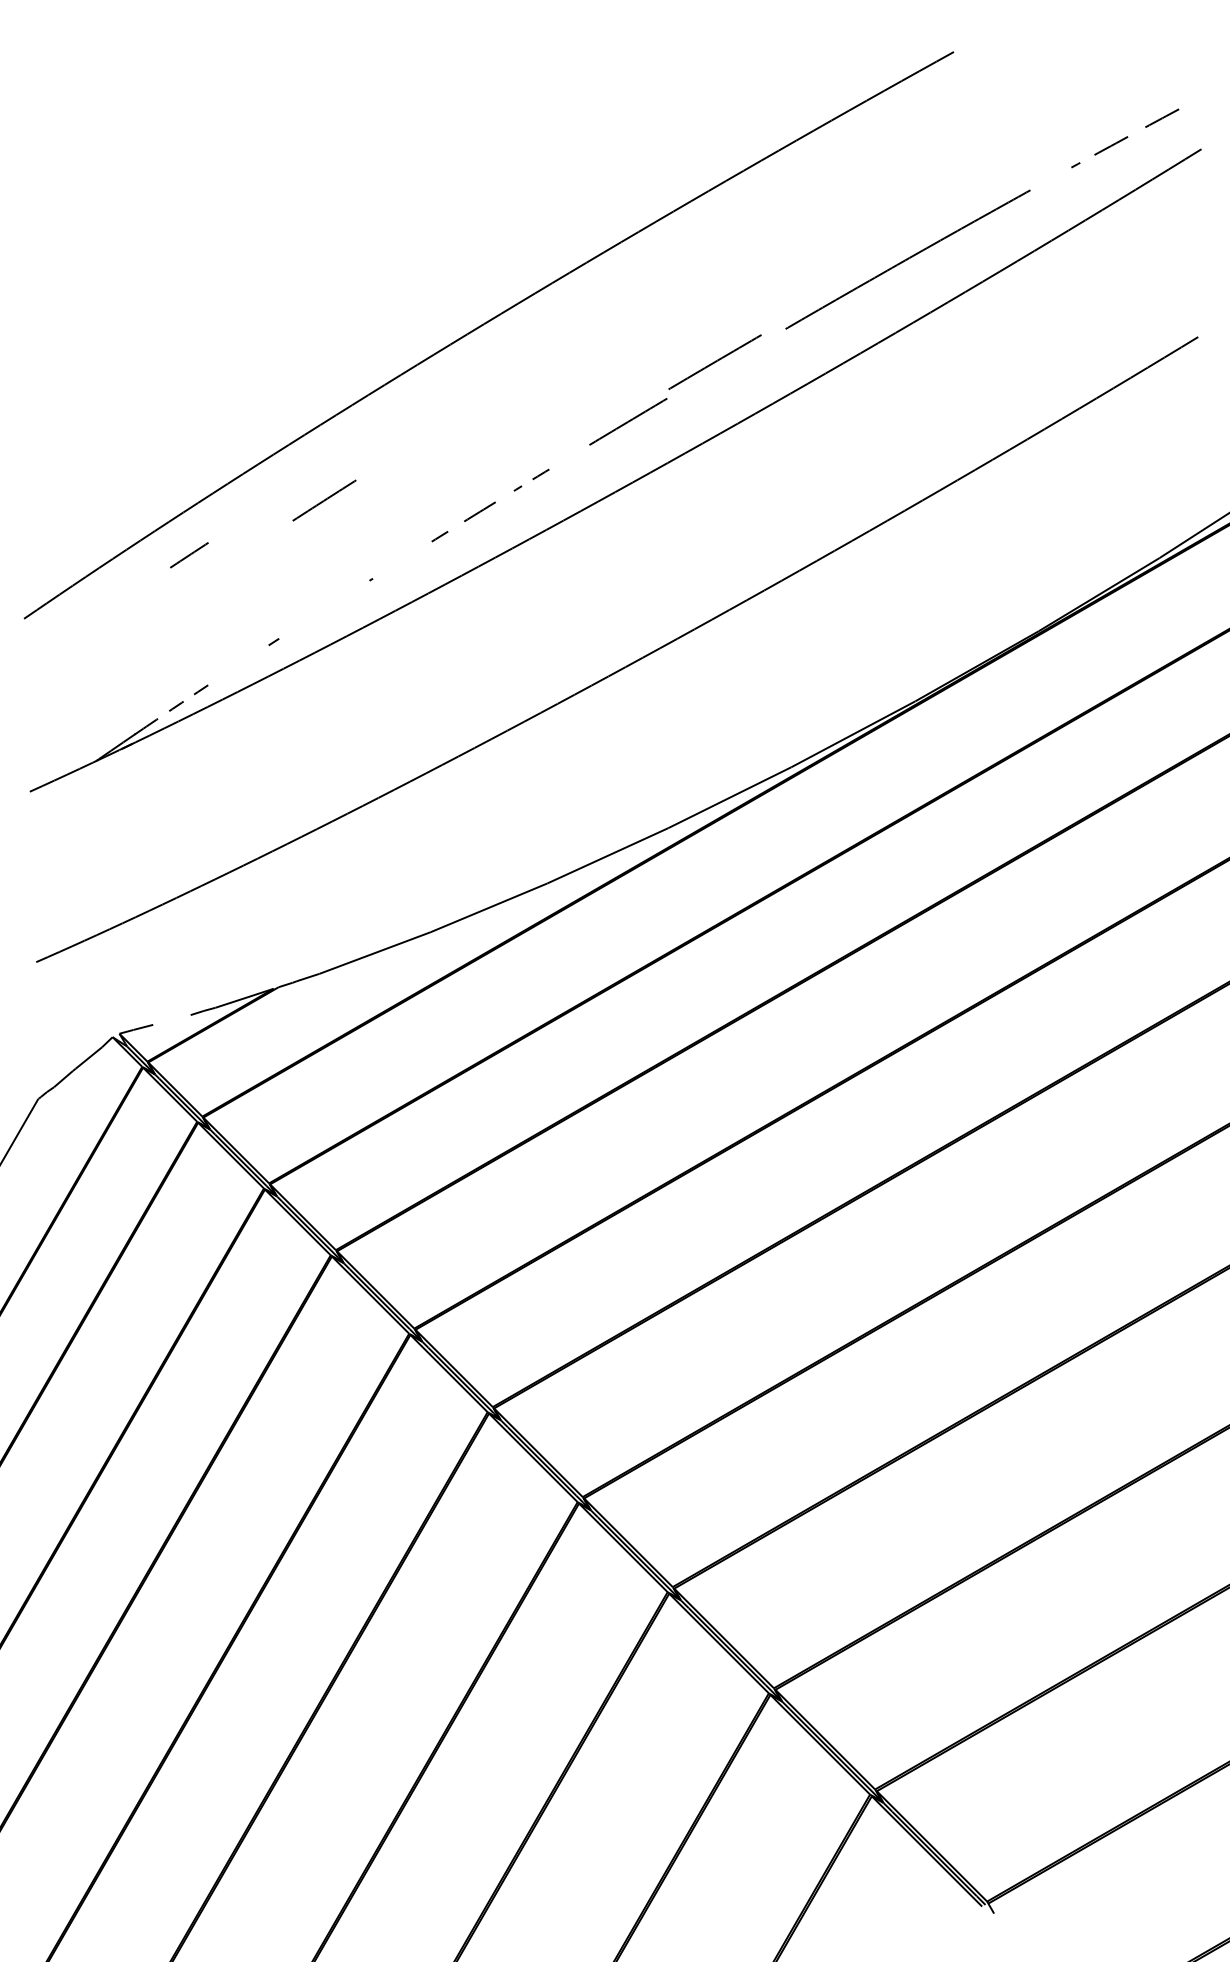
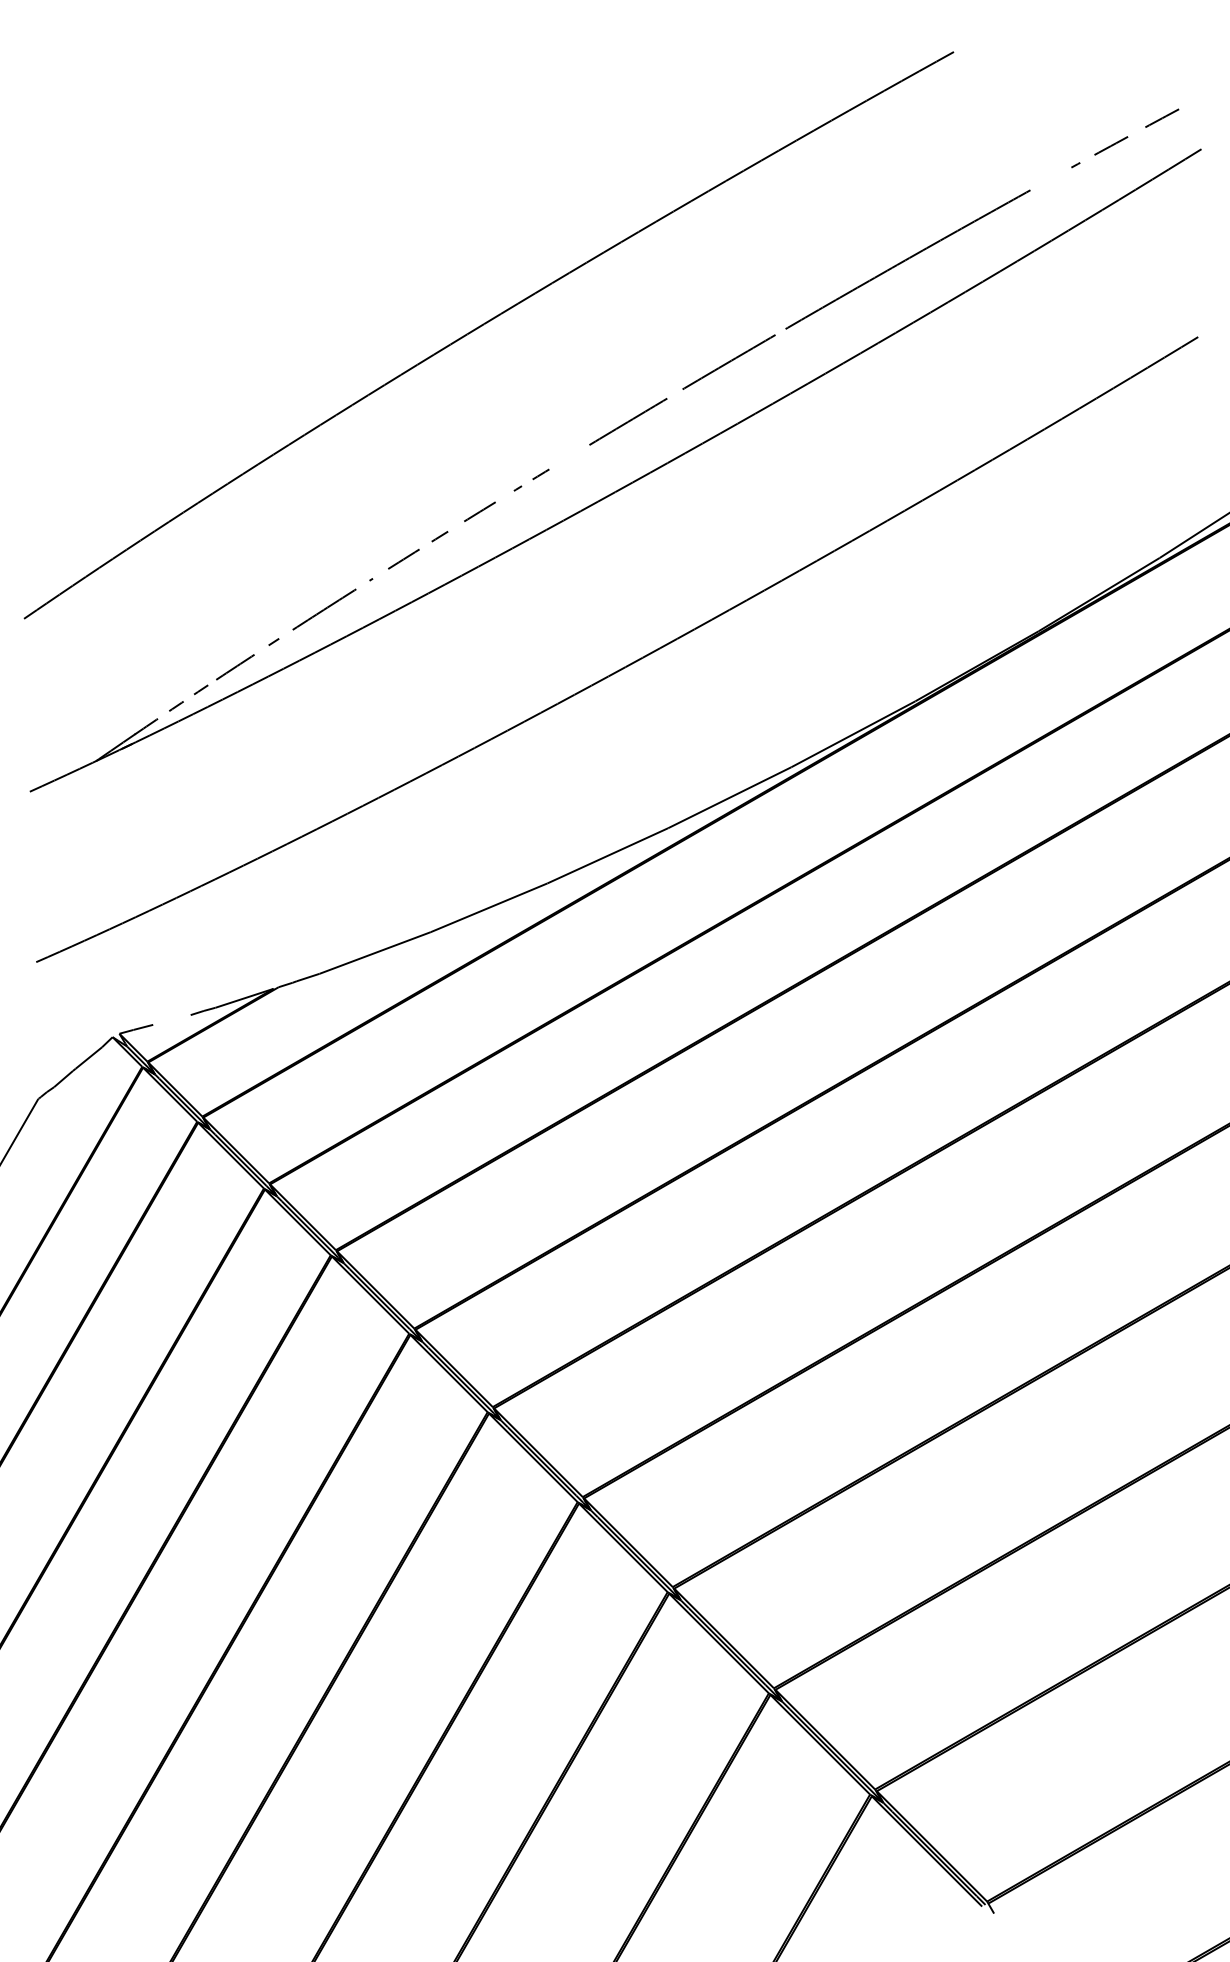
line at (714, 361) position: (714, 361) -> (728, 361)
line at (324, 500) position: (324, 500) -> (324, 609)
line at (189, 555) position: (189, 555) -> (235, 667)
line at (403, 558): none -> present
